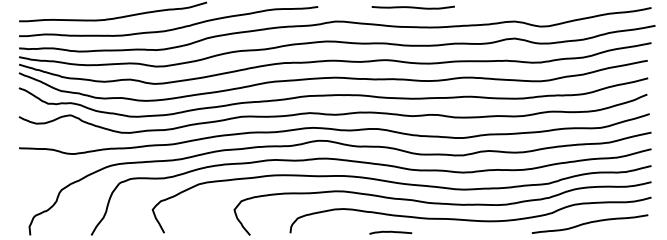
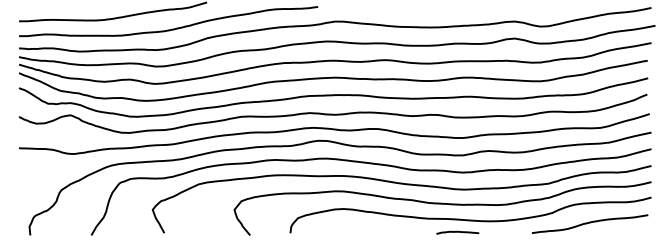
curve at (412, 7): present -> none
curve at (390, 232) position: (390, 232) -> (457, 232)
